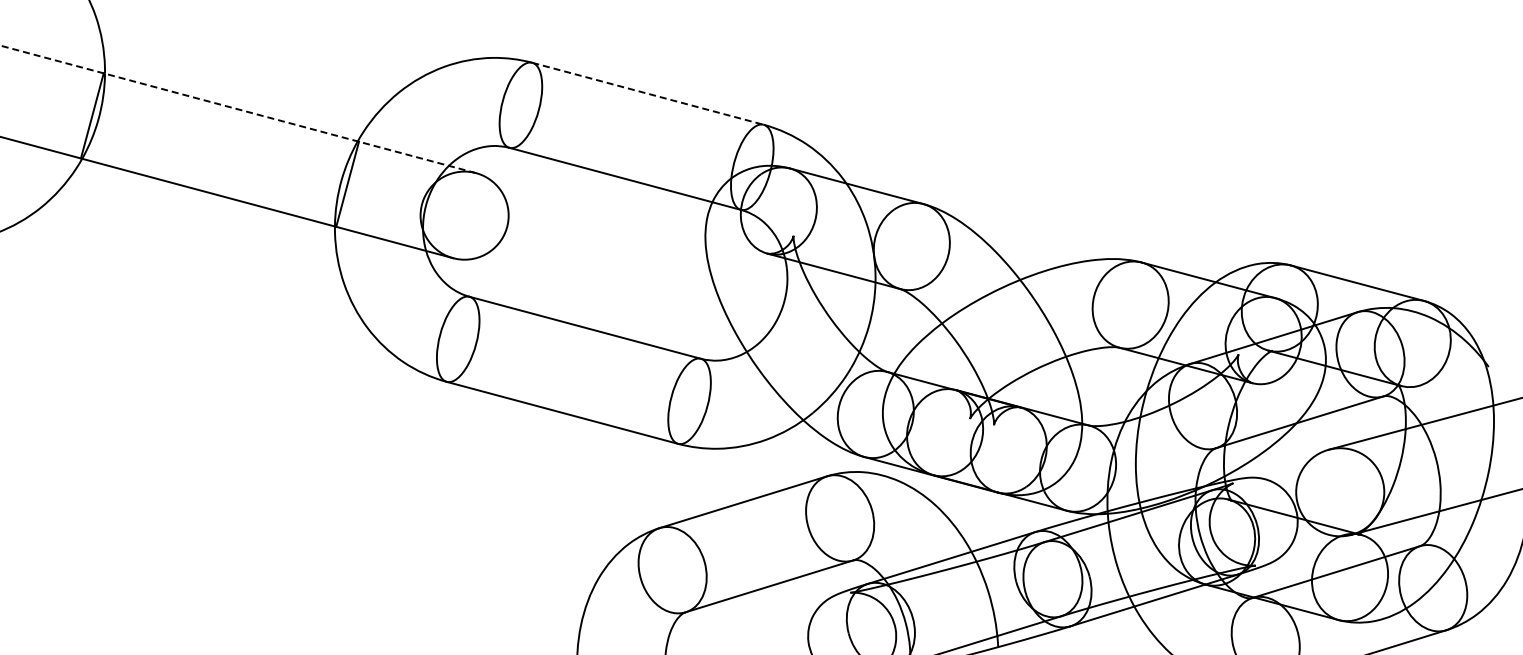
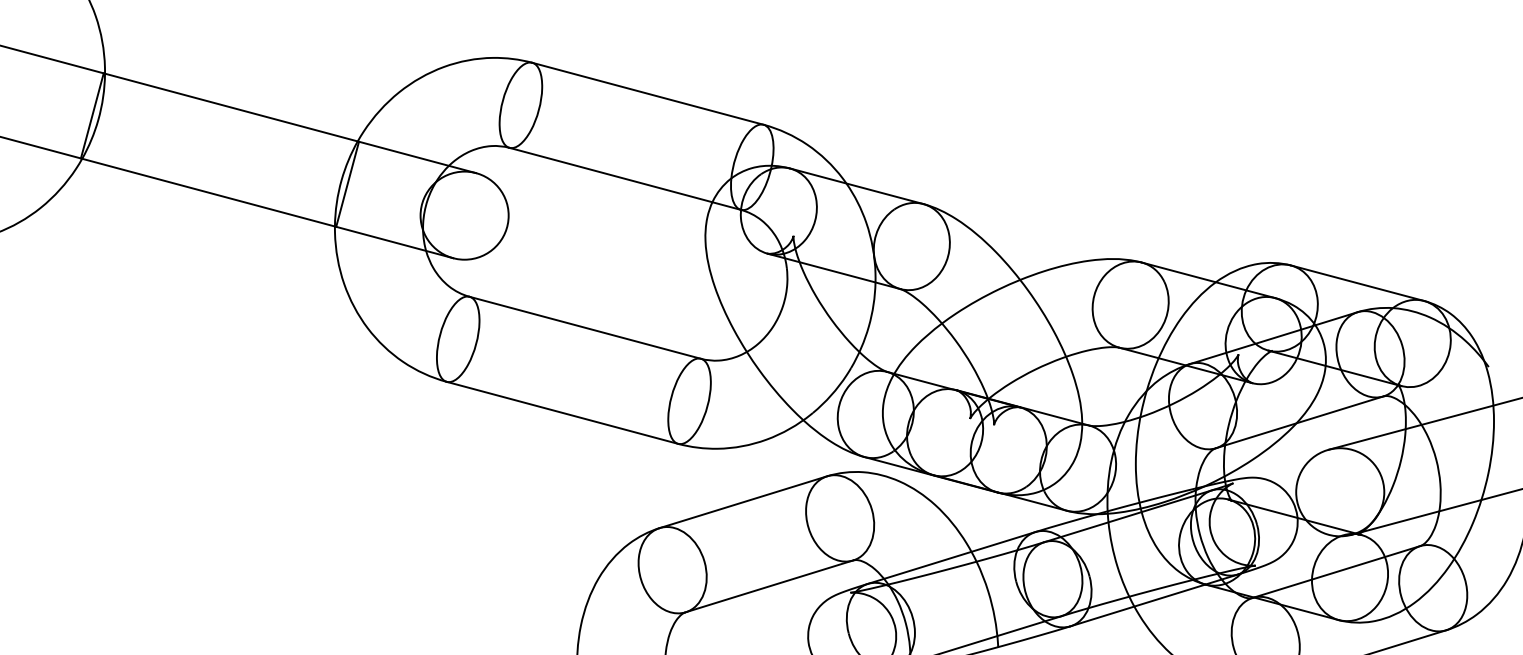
line at (648, 93): dashed -> solid
line at (237, 109): dashed -> solid
